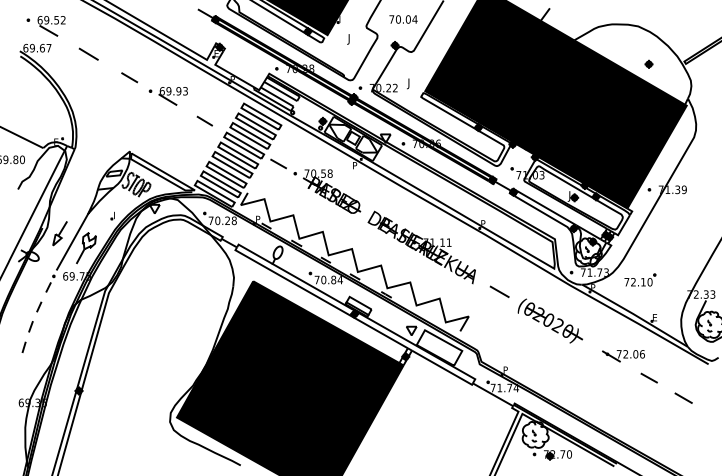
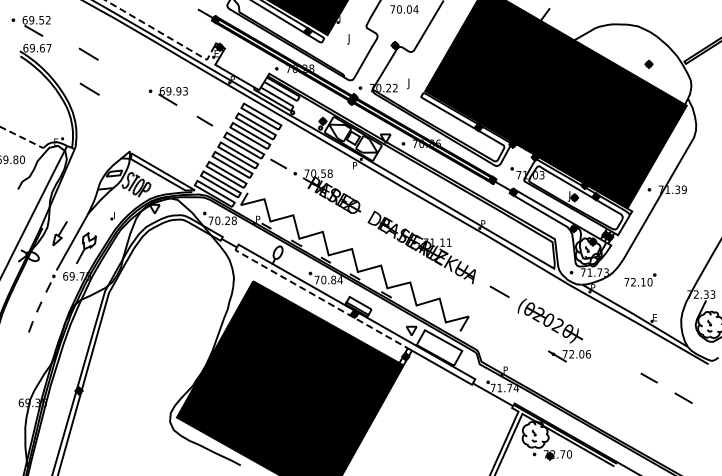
text at (403, 19) position: (403, 19) -> (404, 9)
part at (45, 26) position: (45, 26) -> (30, 26)
line at (163, 34): solid -> dashed
line at (129, 77): present -> none
line at (89, 88): none -> present
line at (21, 137): solid -> dashed
line at (319, 298): solid -> dashed
line at (23, 346): present -> none
part at (623, 356) position: (623, 356) -> (569, 356)
